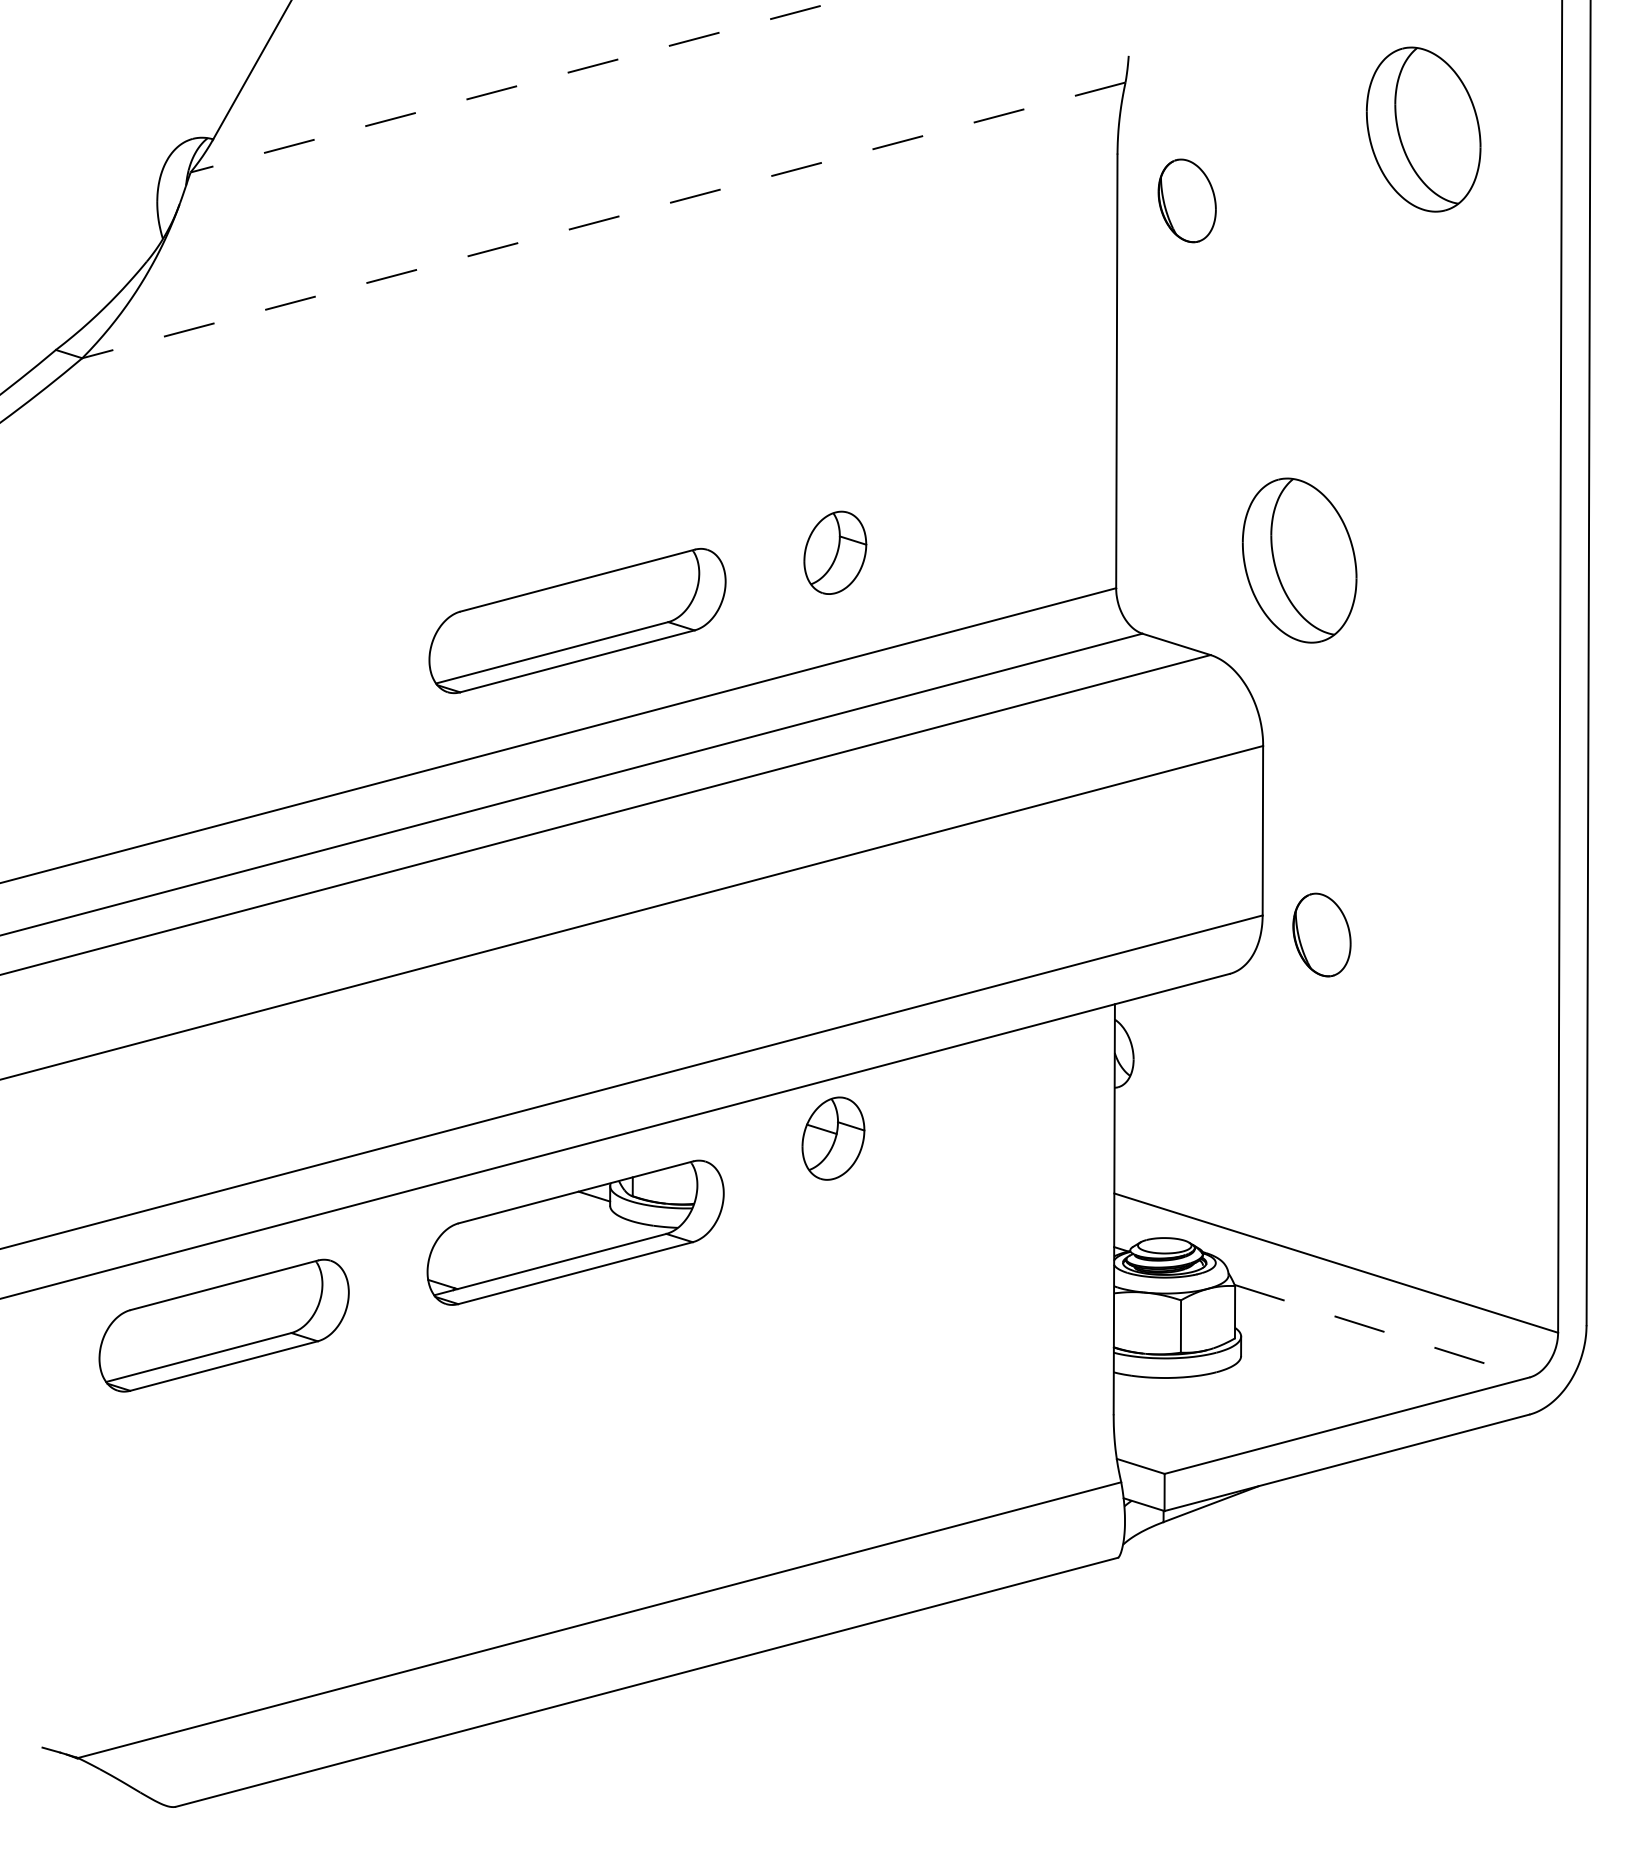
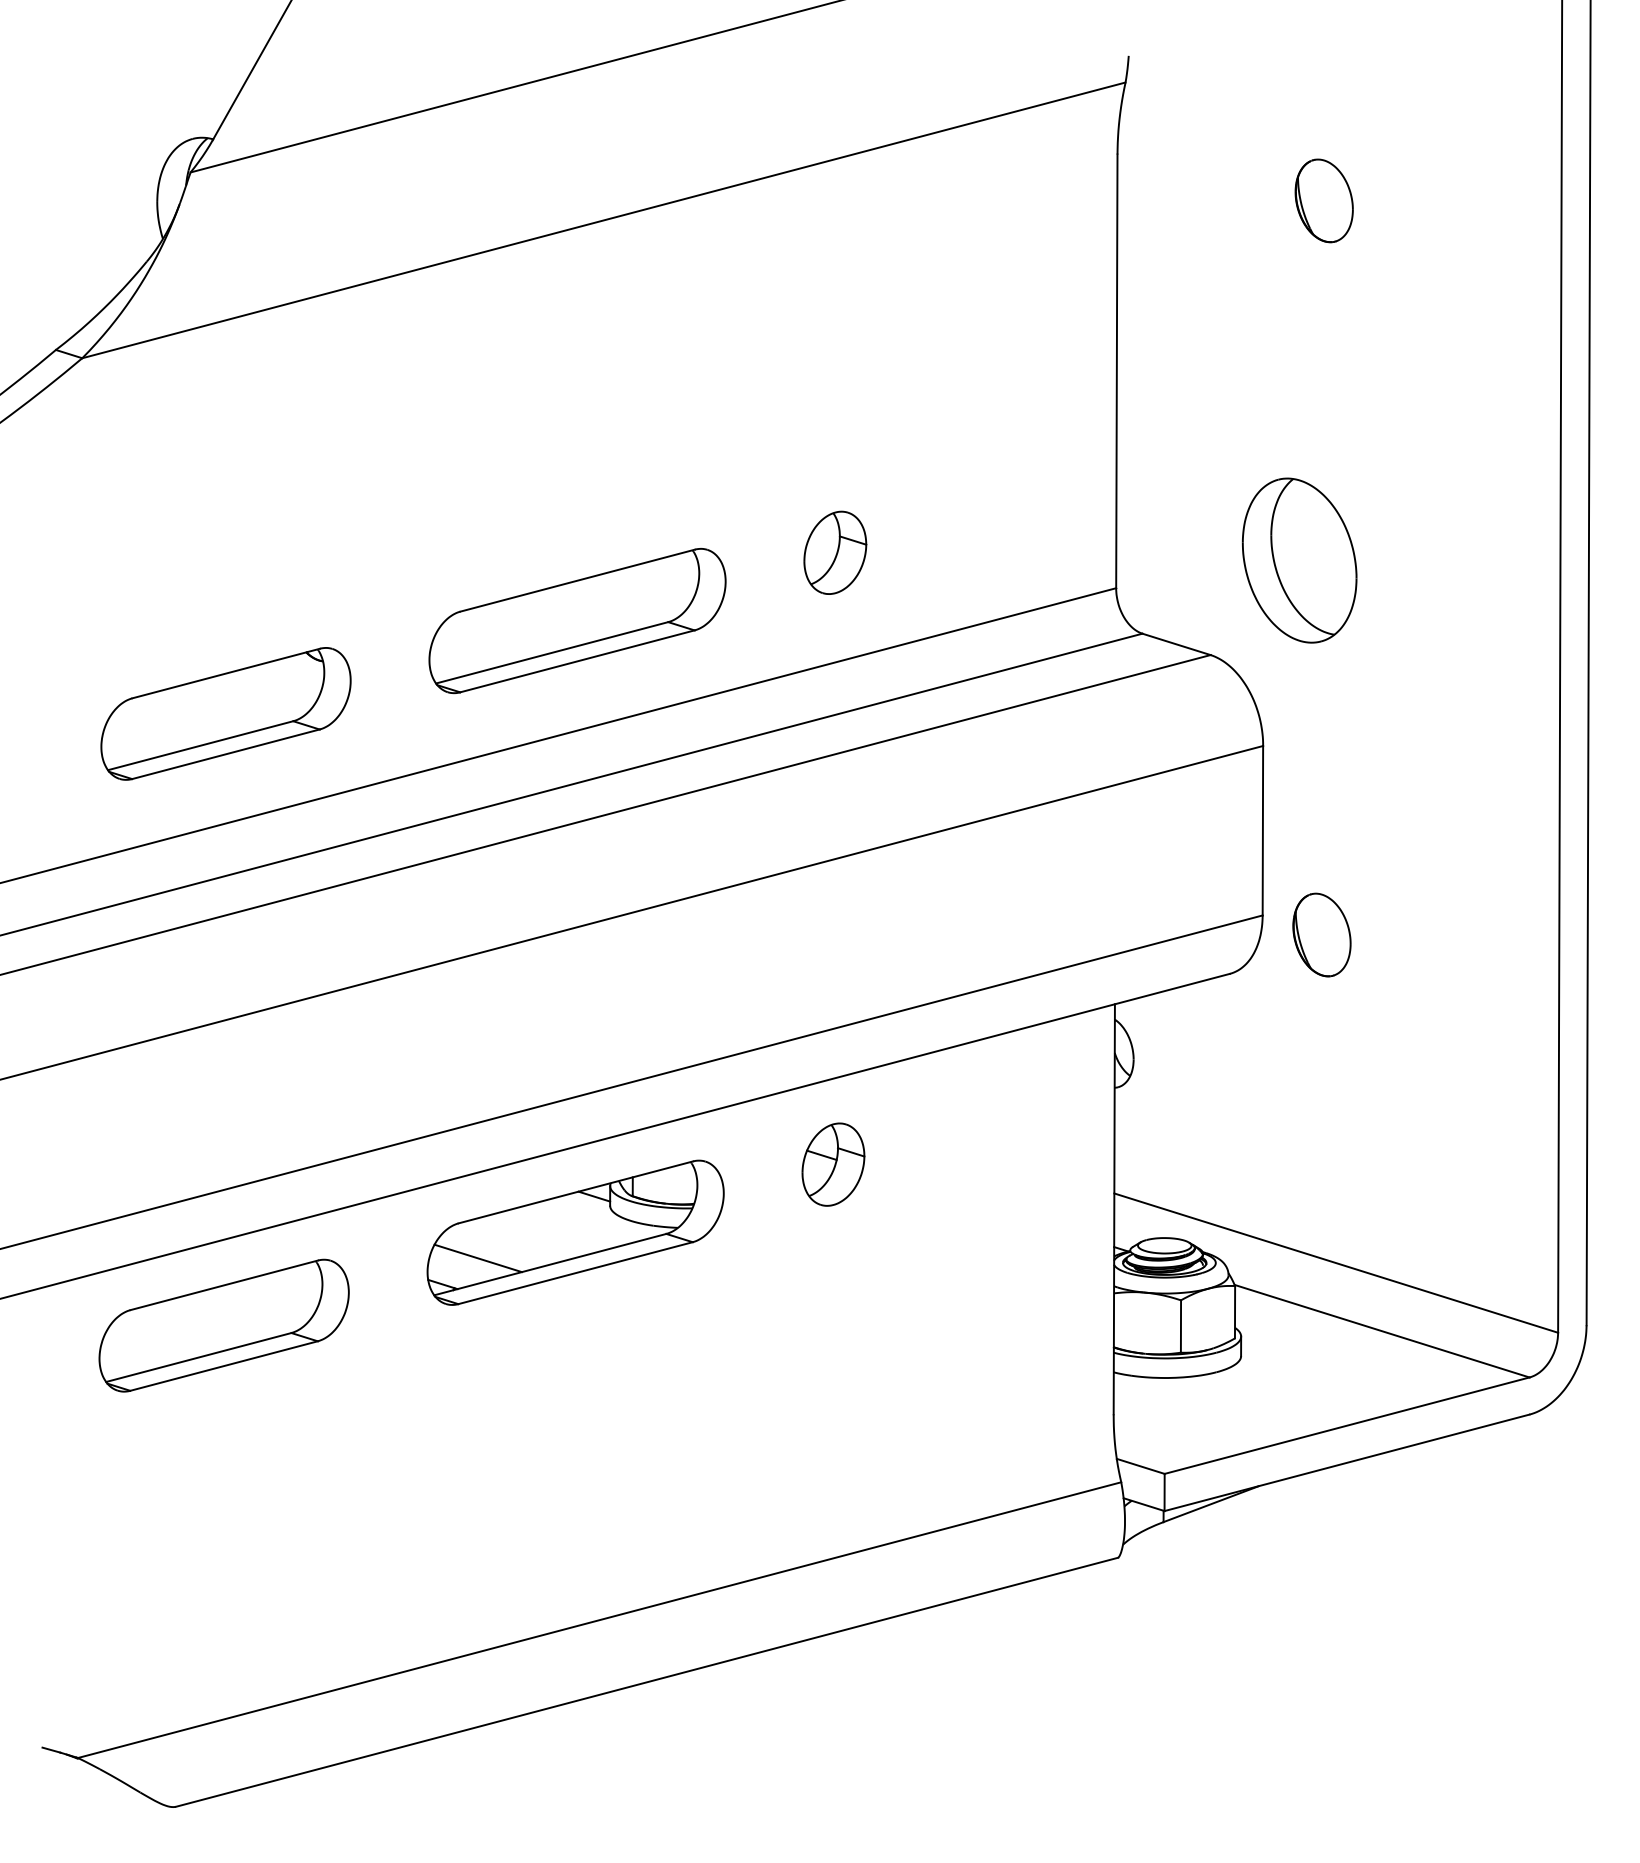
line at (516, 86): dashed -> solid
part at (1423, 129): present -> none
part at (1186, 200) position: (1186, 200) -> (1323, 200)
line at (603, 220): dashed -> solid
part at (225, 713): none -> present
part at (833, 1138) position: (833, 1138) -> (833, 1164)
line at (477, 1258): none -> present
line at (1382, 1331): dashed -> solid
